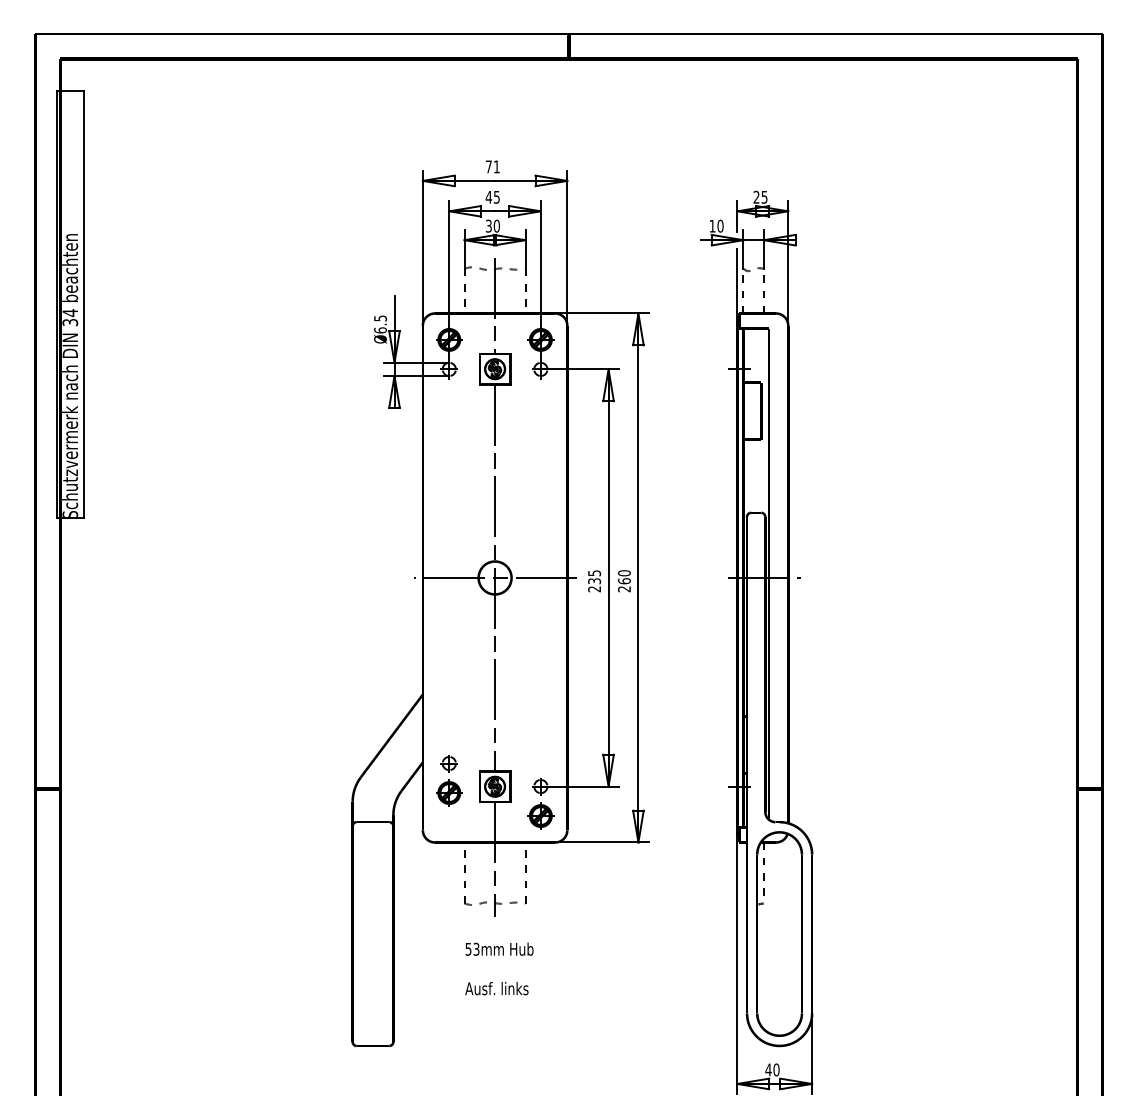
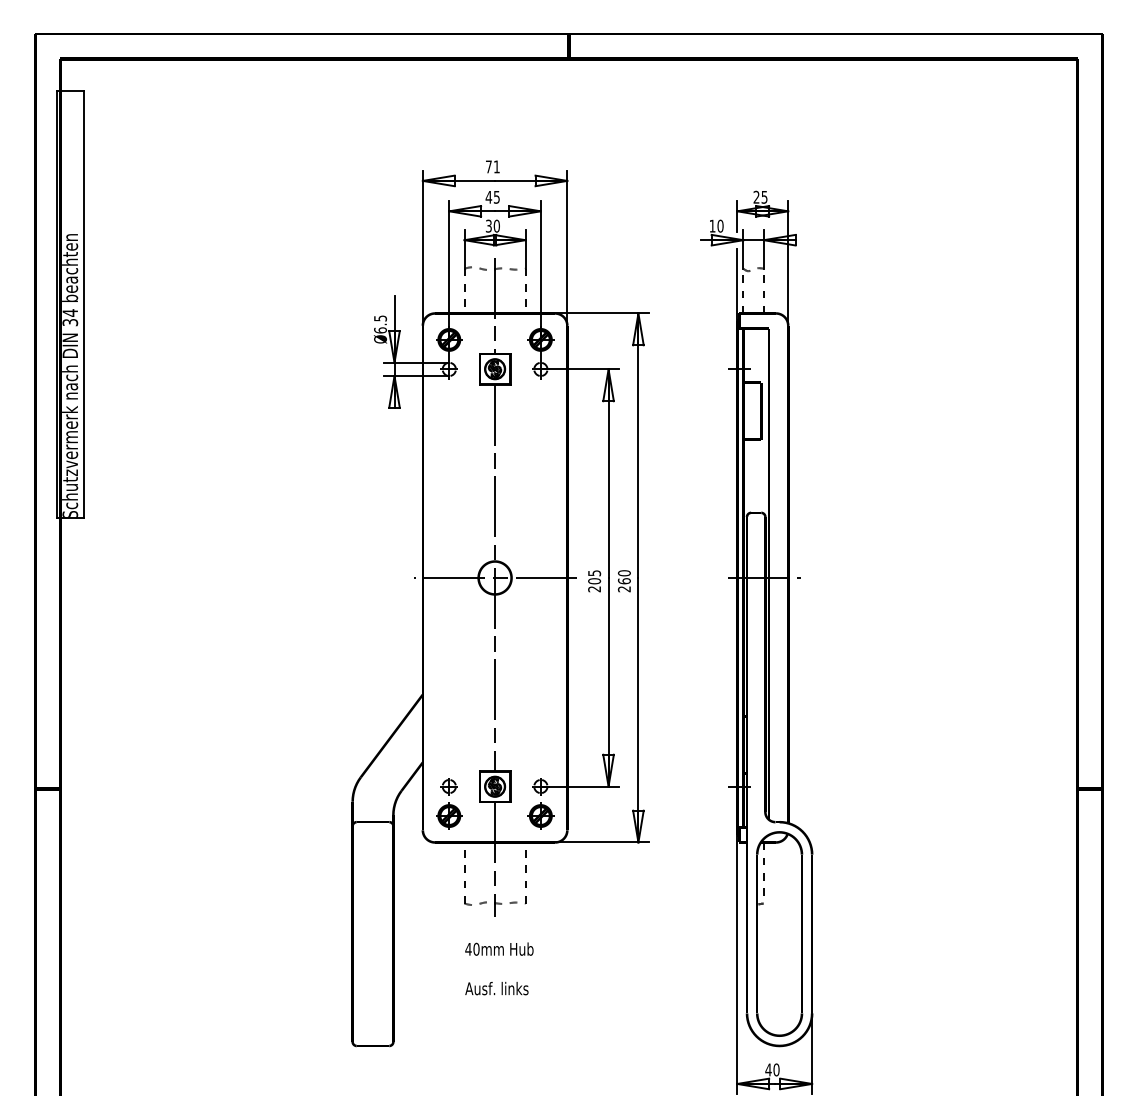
text at (594, 581): 235 -> 205
part at (449, 780) position: (449, 780) -> (449, 803)
text at (472, 948): 53mm -> 40mm
